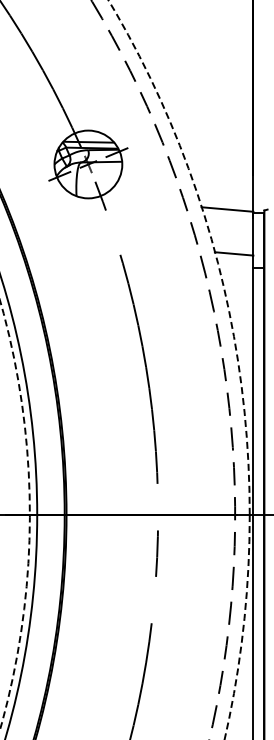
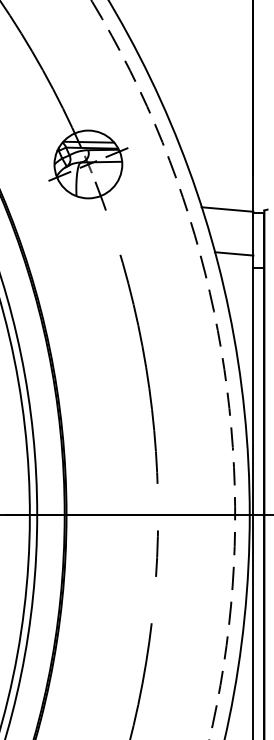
circle at (178, 369): dashed -> solid
arc at (29, 516): dashed -> solid
